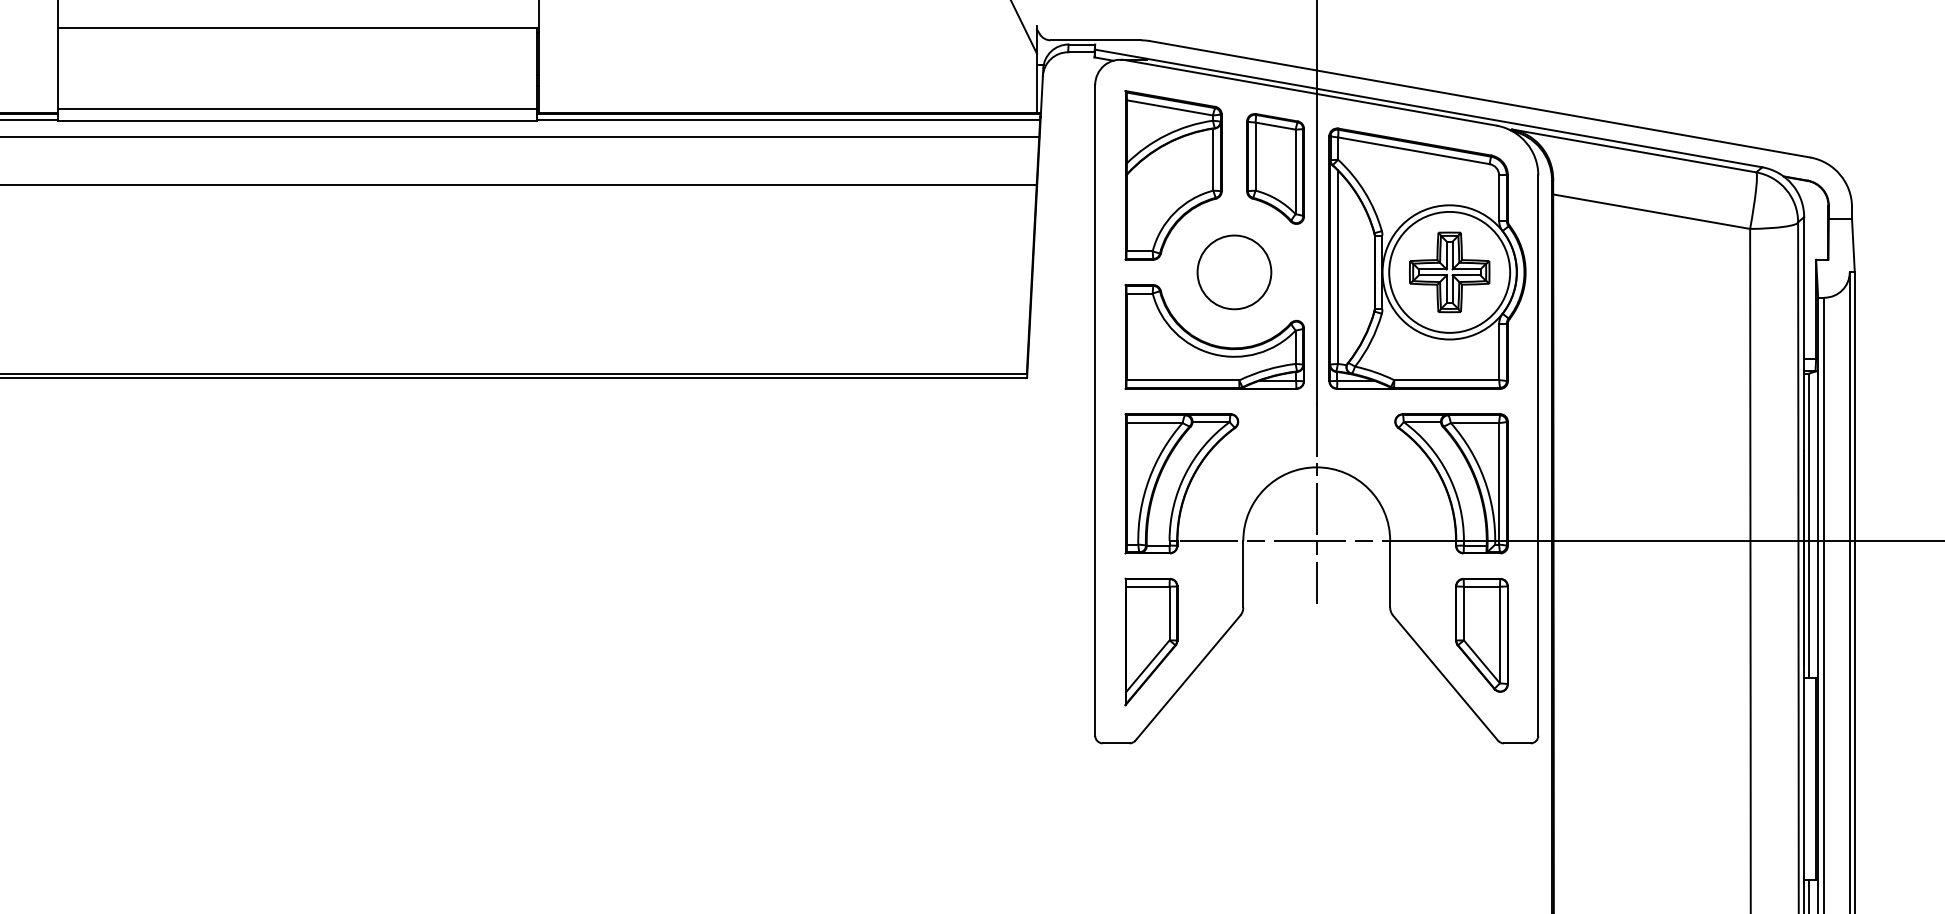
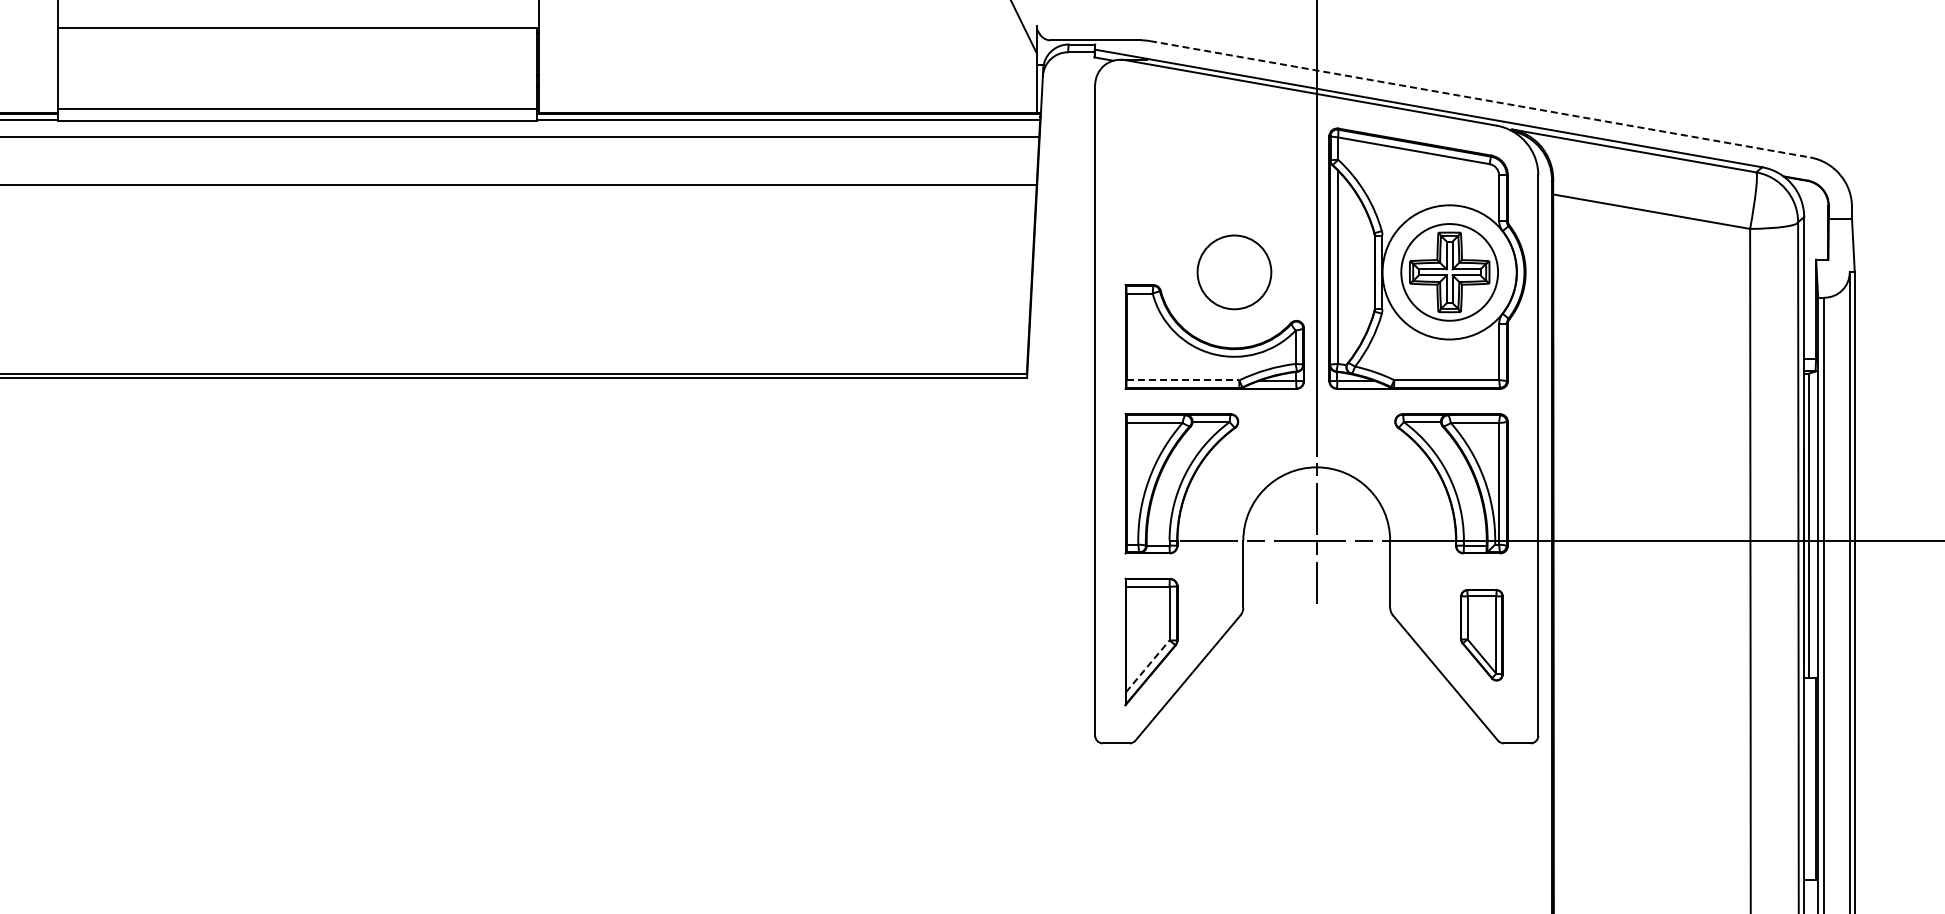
line at (1480, 99): solid -> dashed
part at (1275, 168): present -> none
part at (1173, 175): present -> none
circle at (1449, 271) diameter: 121 px -> 97 px
line at (1183, 380): solid -> dashed
part at (1481, 635) size: 54x115 px -> 44x93 px
line at (1147, 666): solid -> dashed
line at (1808, 895): present -> none
